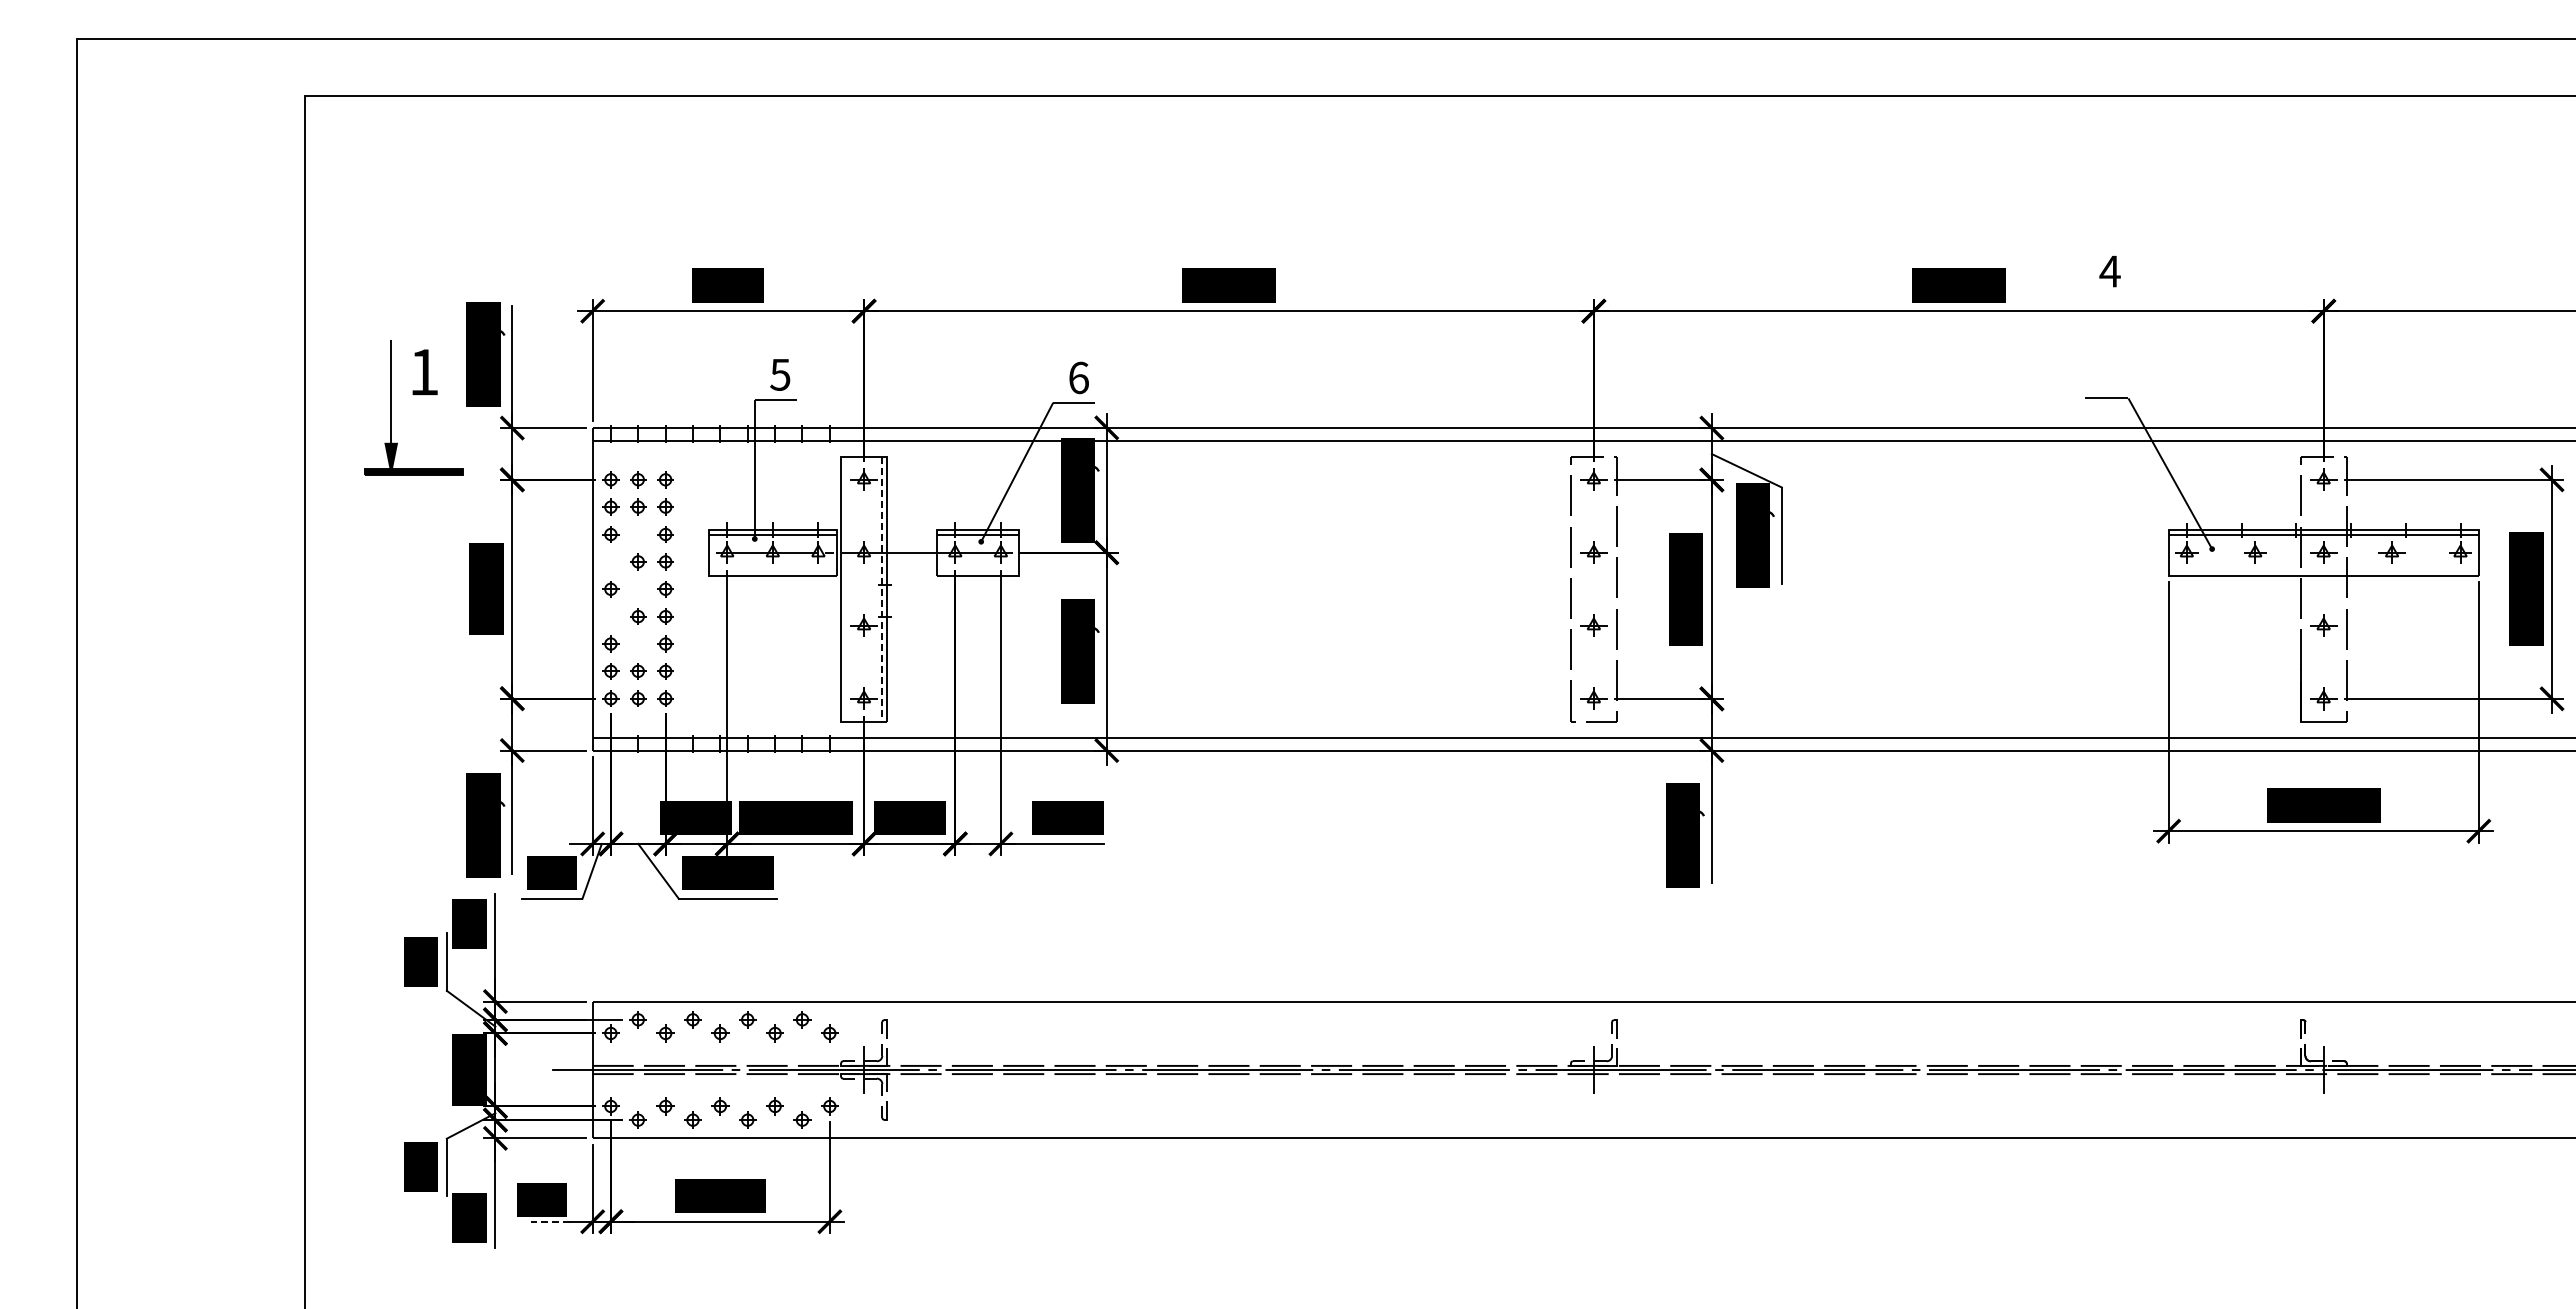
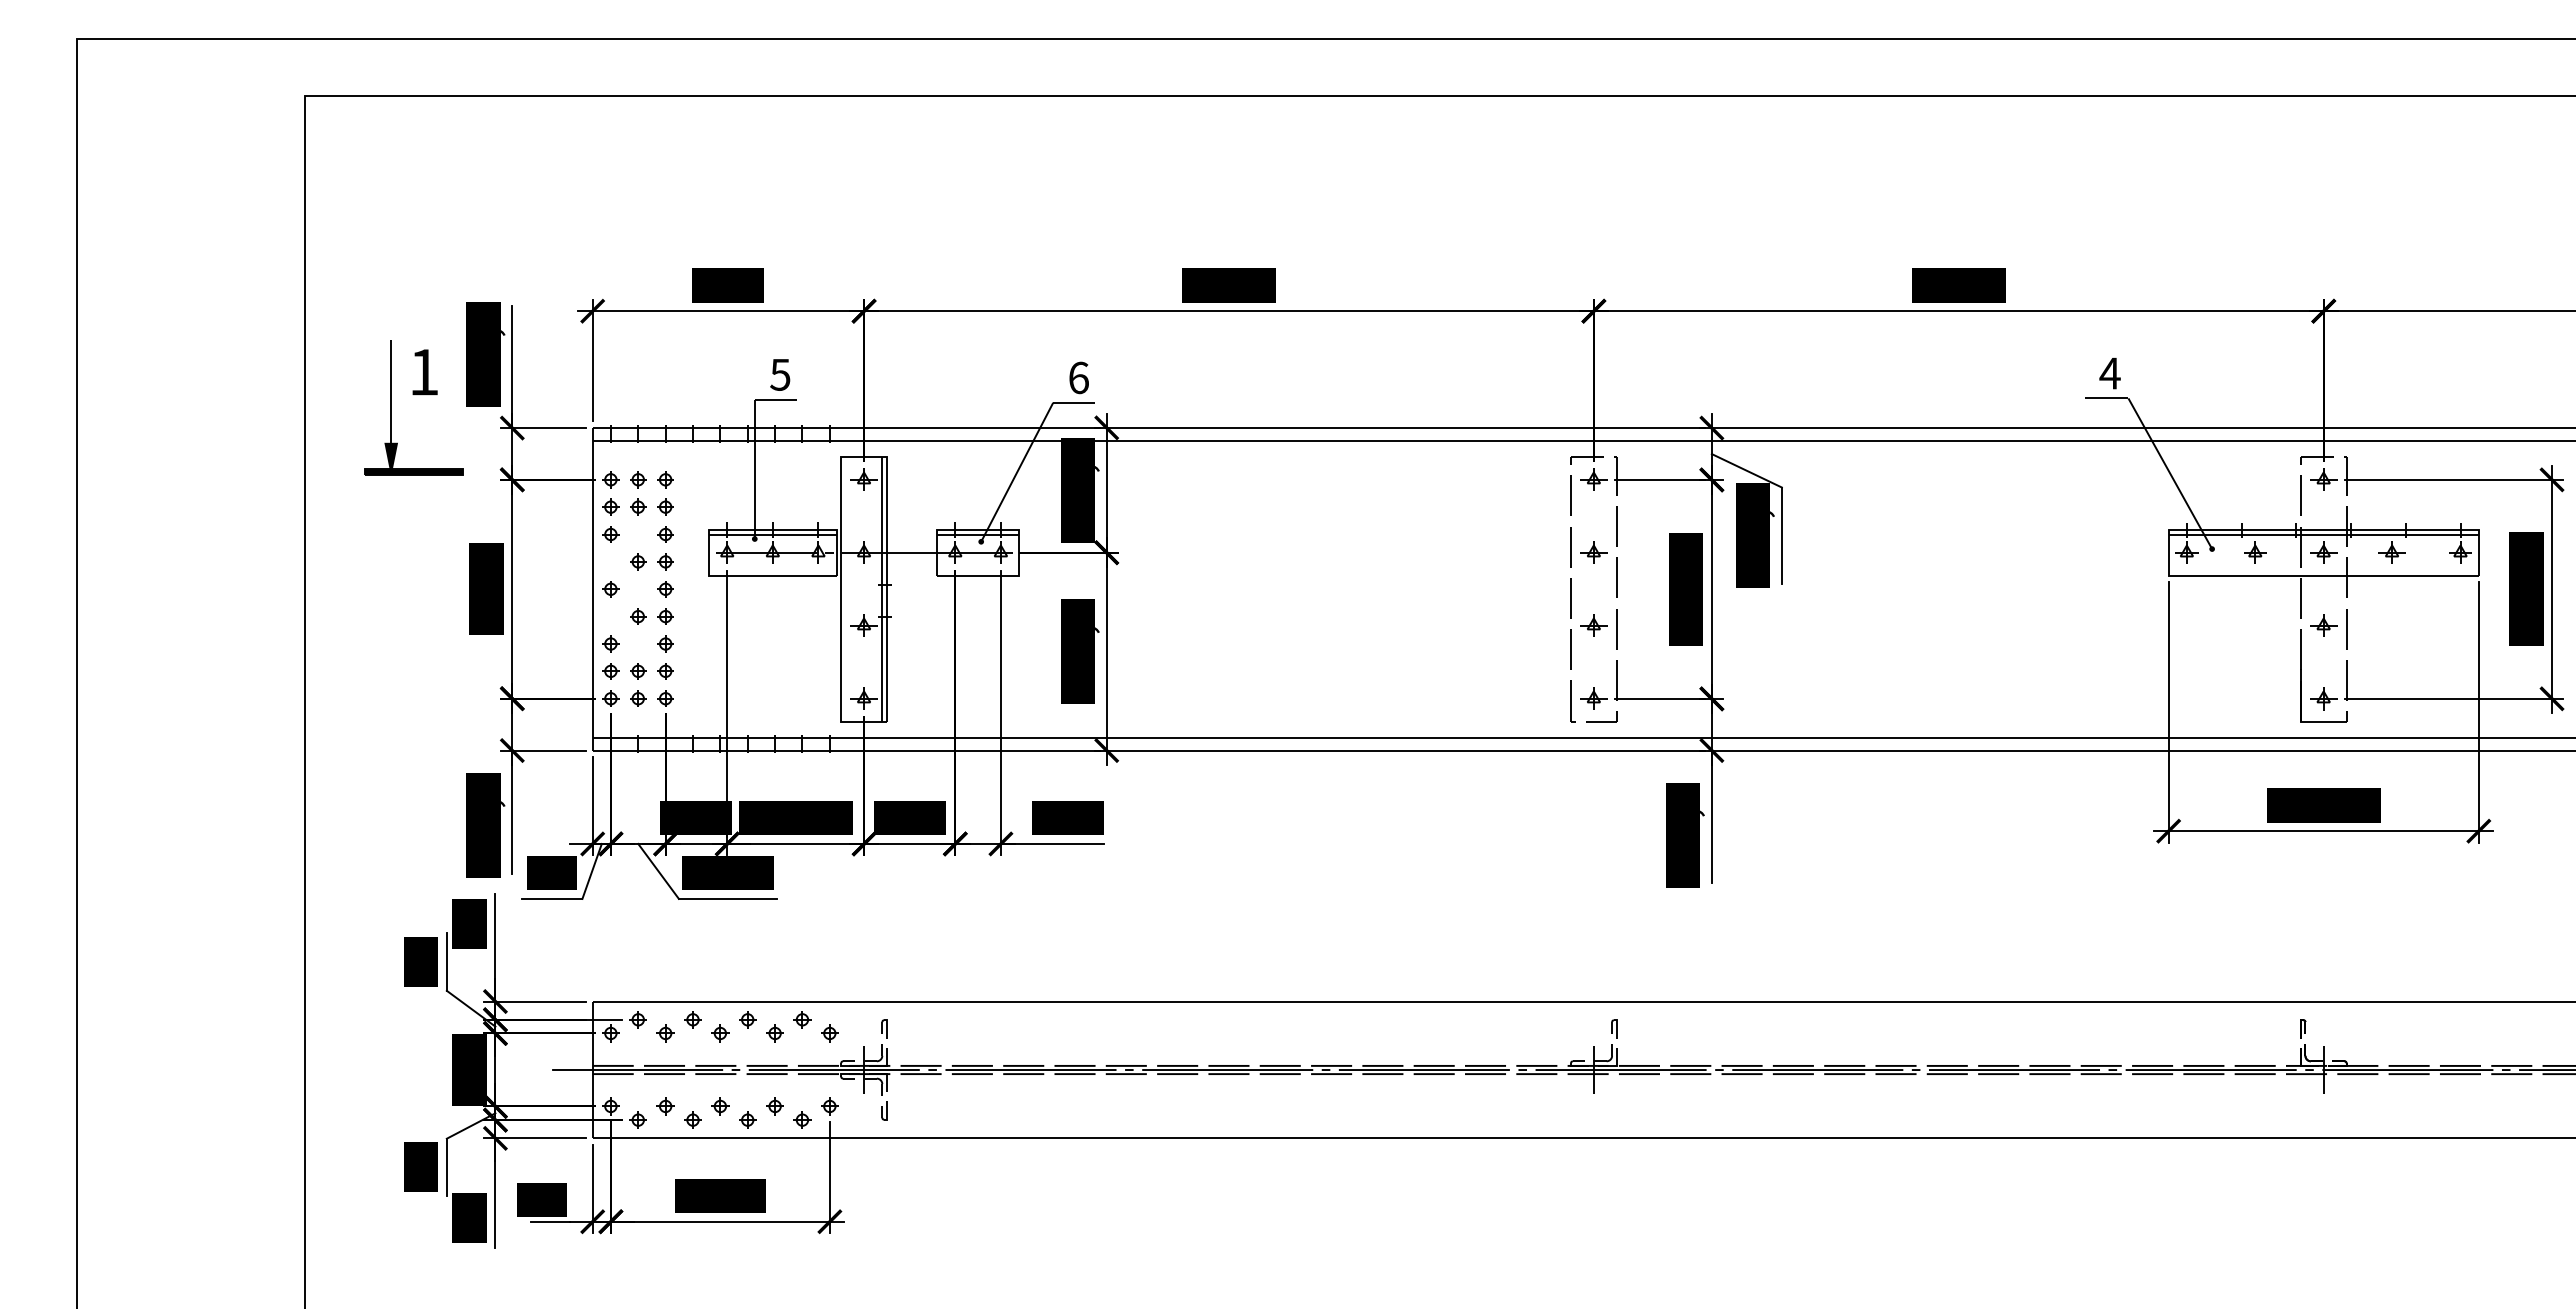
text at (2109, 271) position: (2109, 271) -> (2109, 373)
line at (882, 589): dashed -> solid
line at (550, 1221): dashed -> solid
